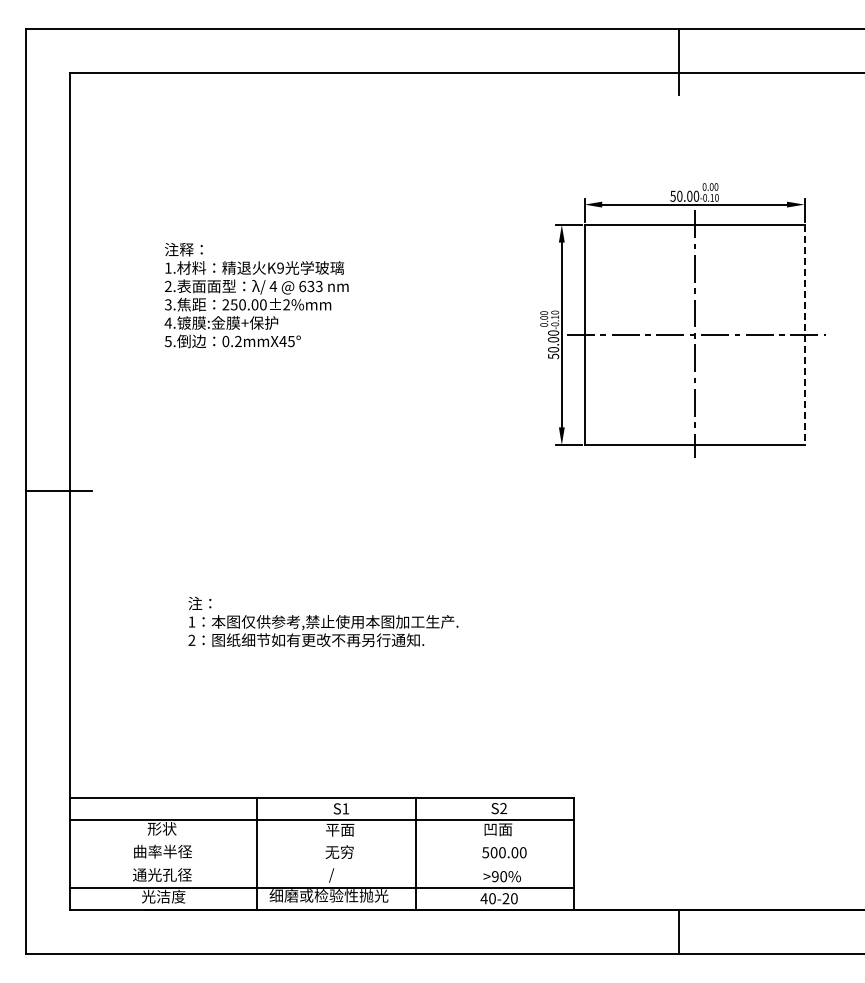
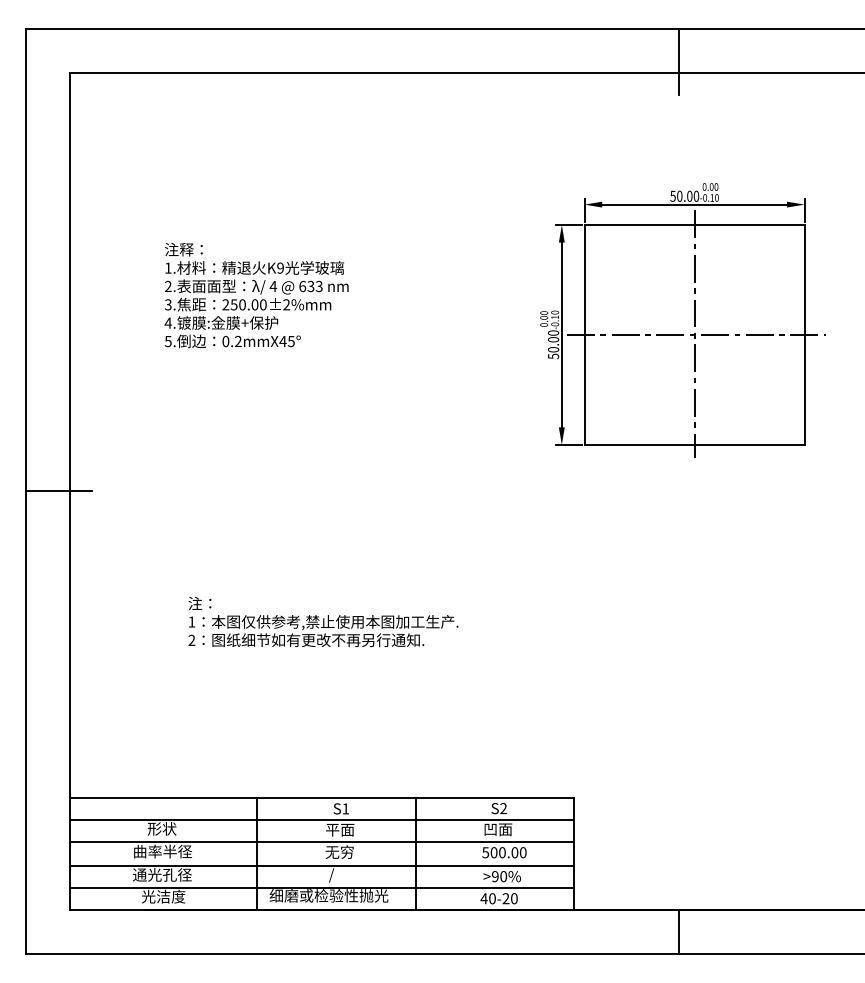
line at (804, 335): dashed -> solid
line at (321, 841): none -> present
line at (321, 865): none -> present
